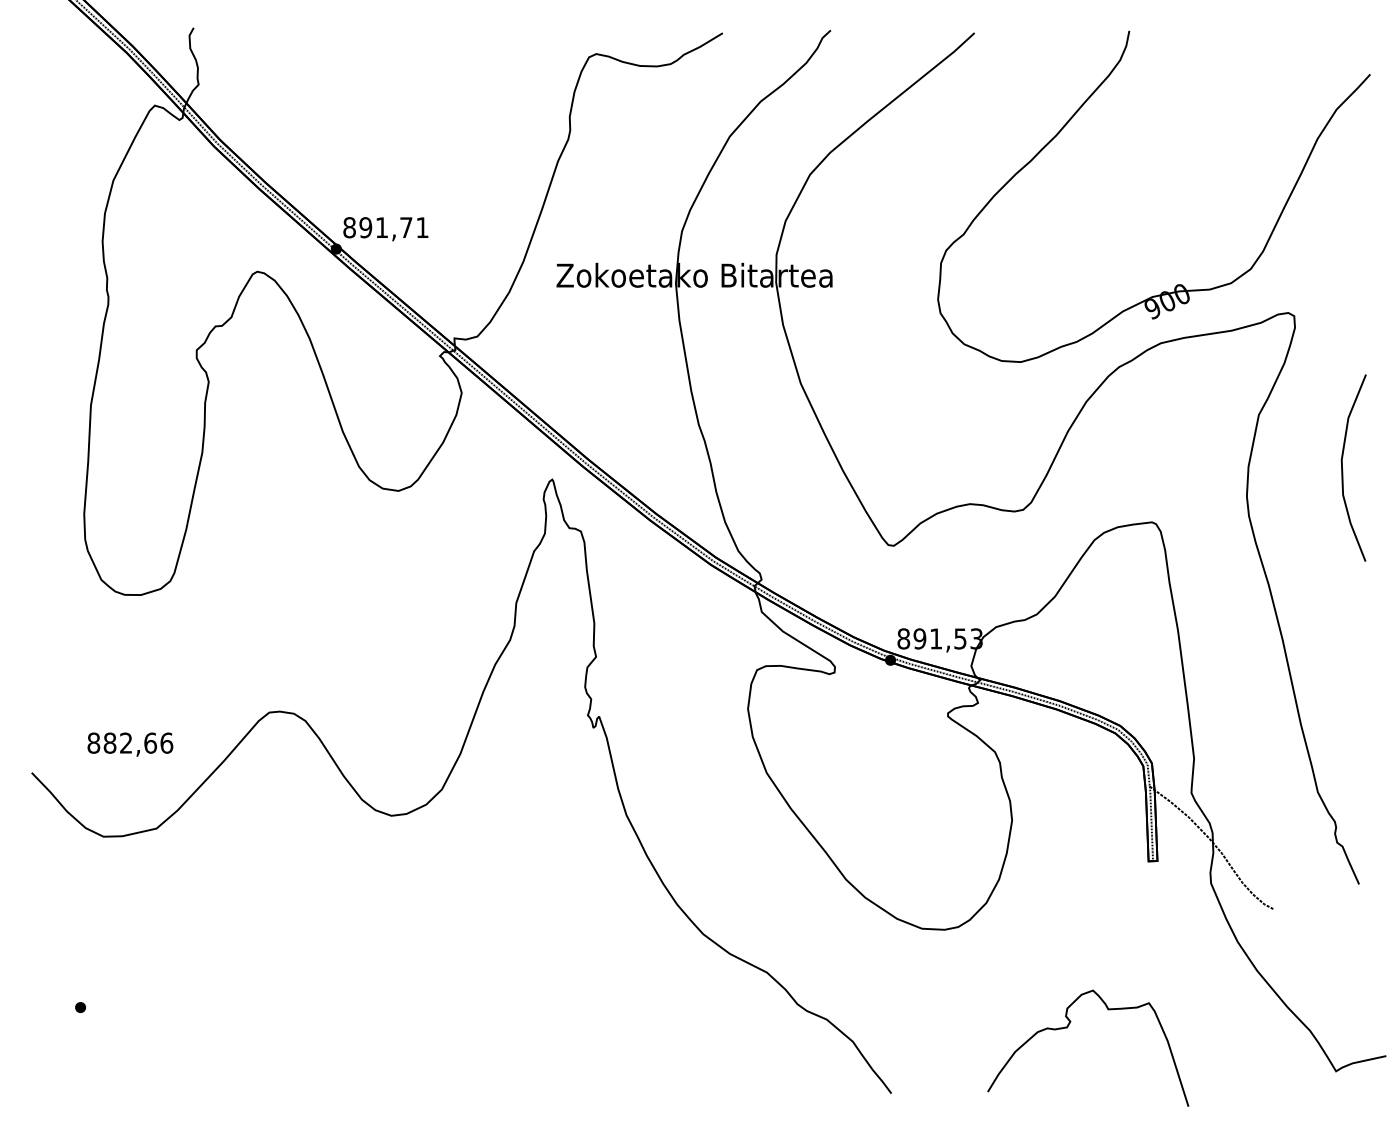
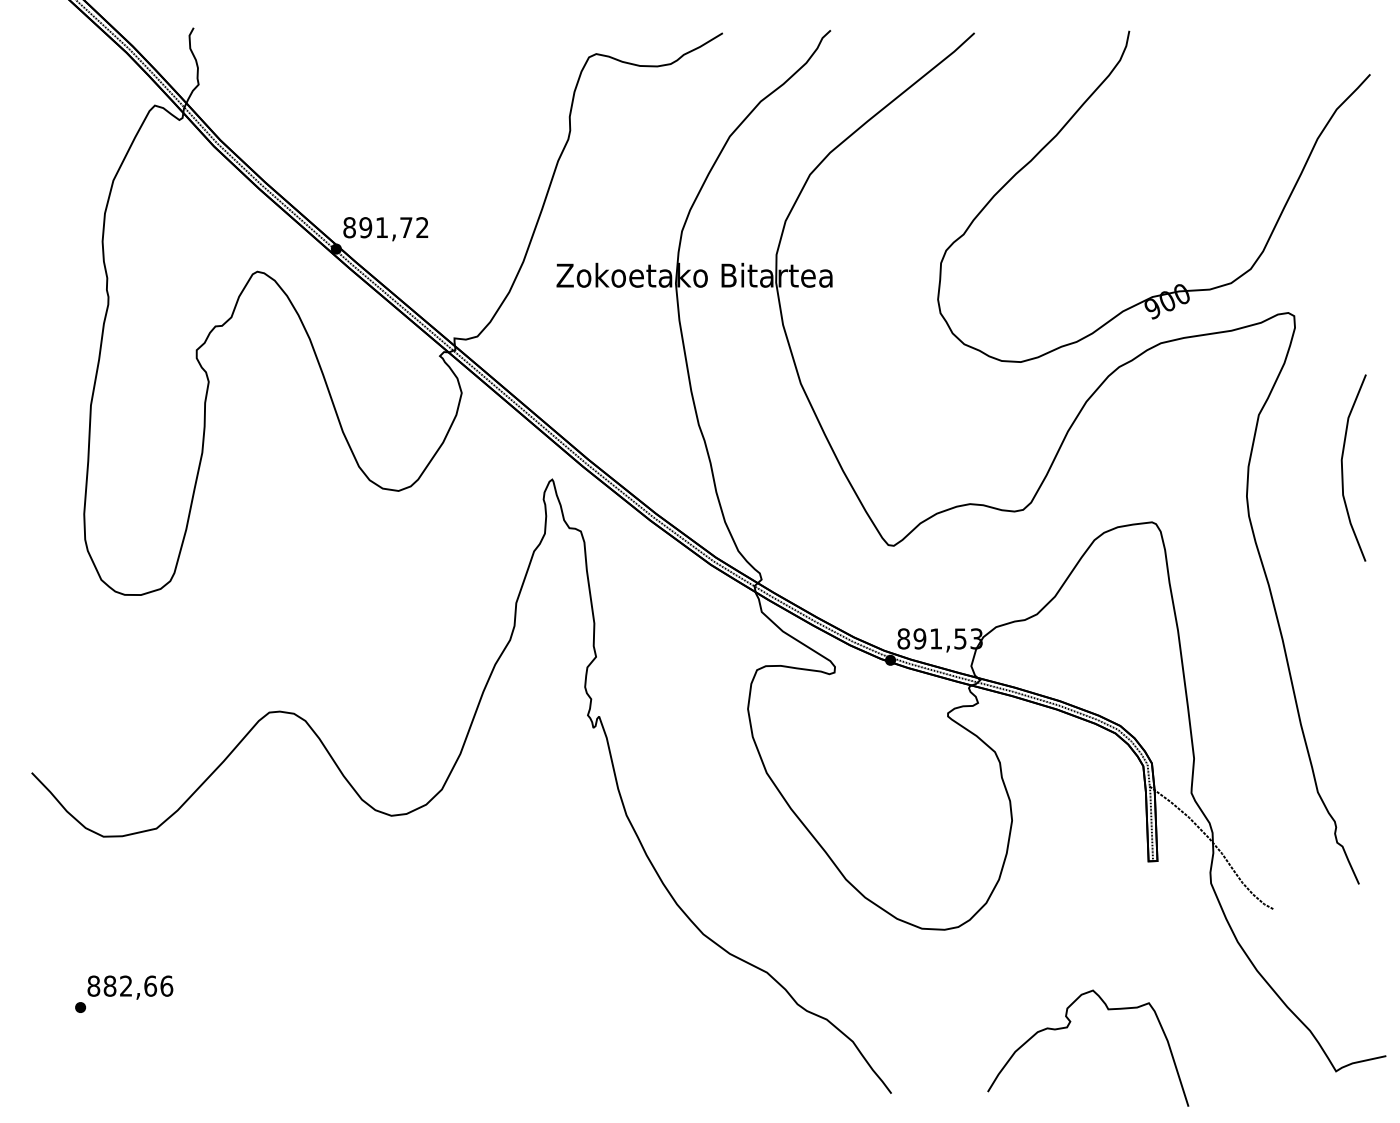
text at (422, 227): 891,71 -> 891,72
text at (130, 744) position: (130, 744) -> (130, 987)
